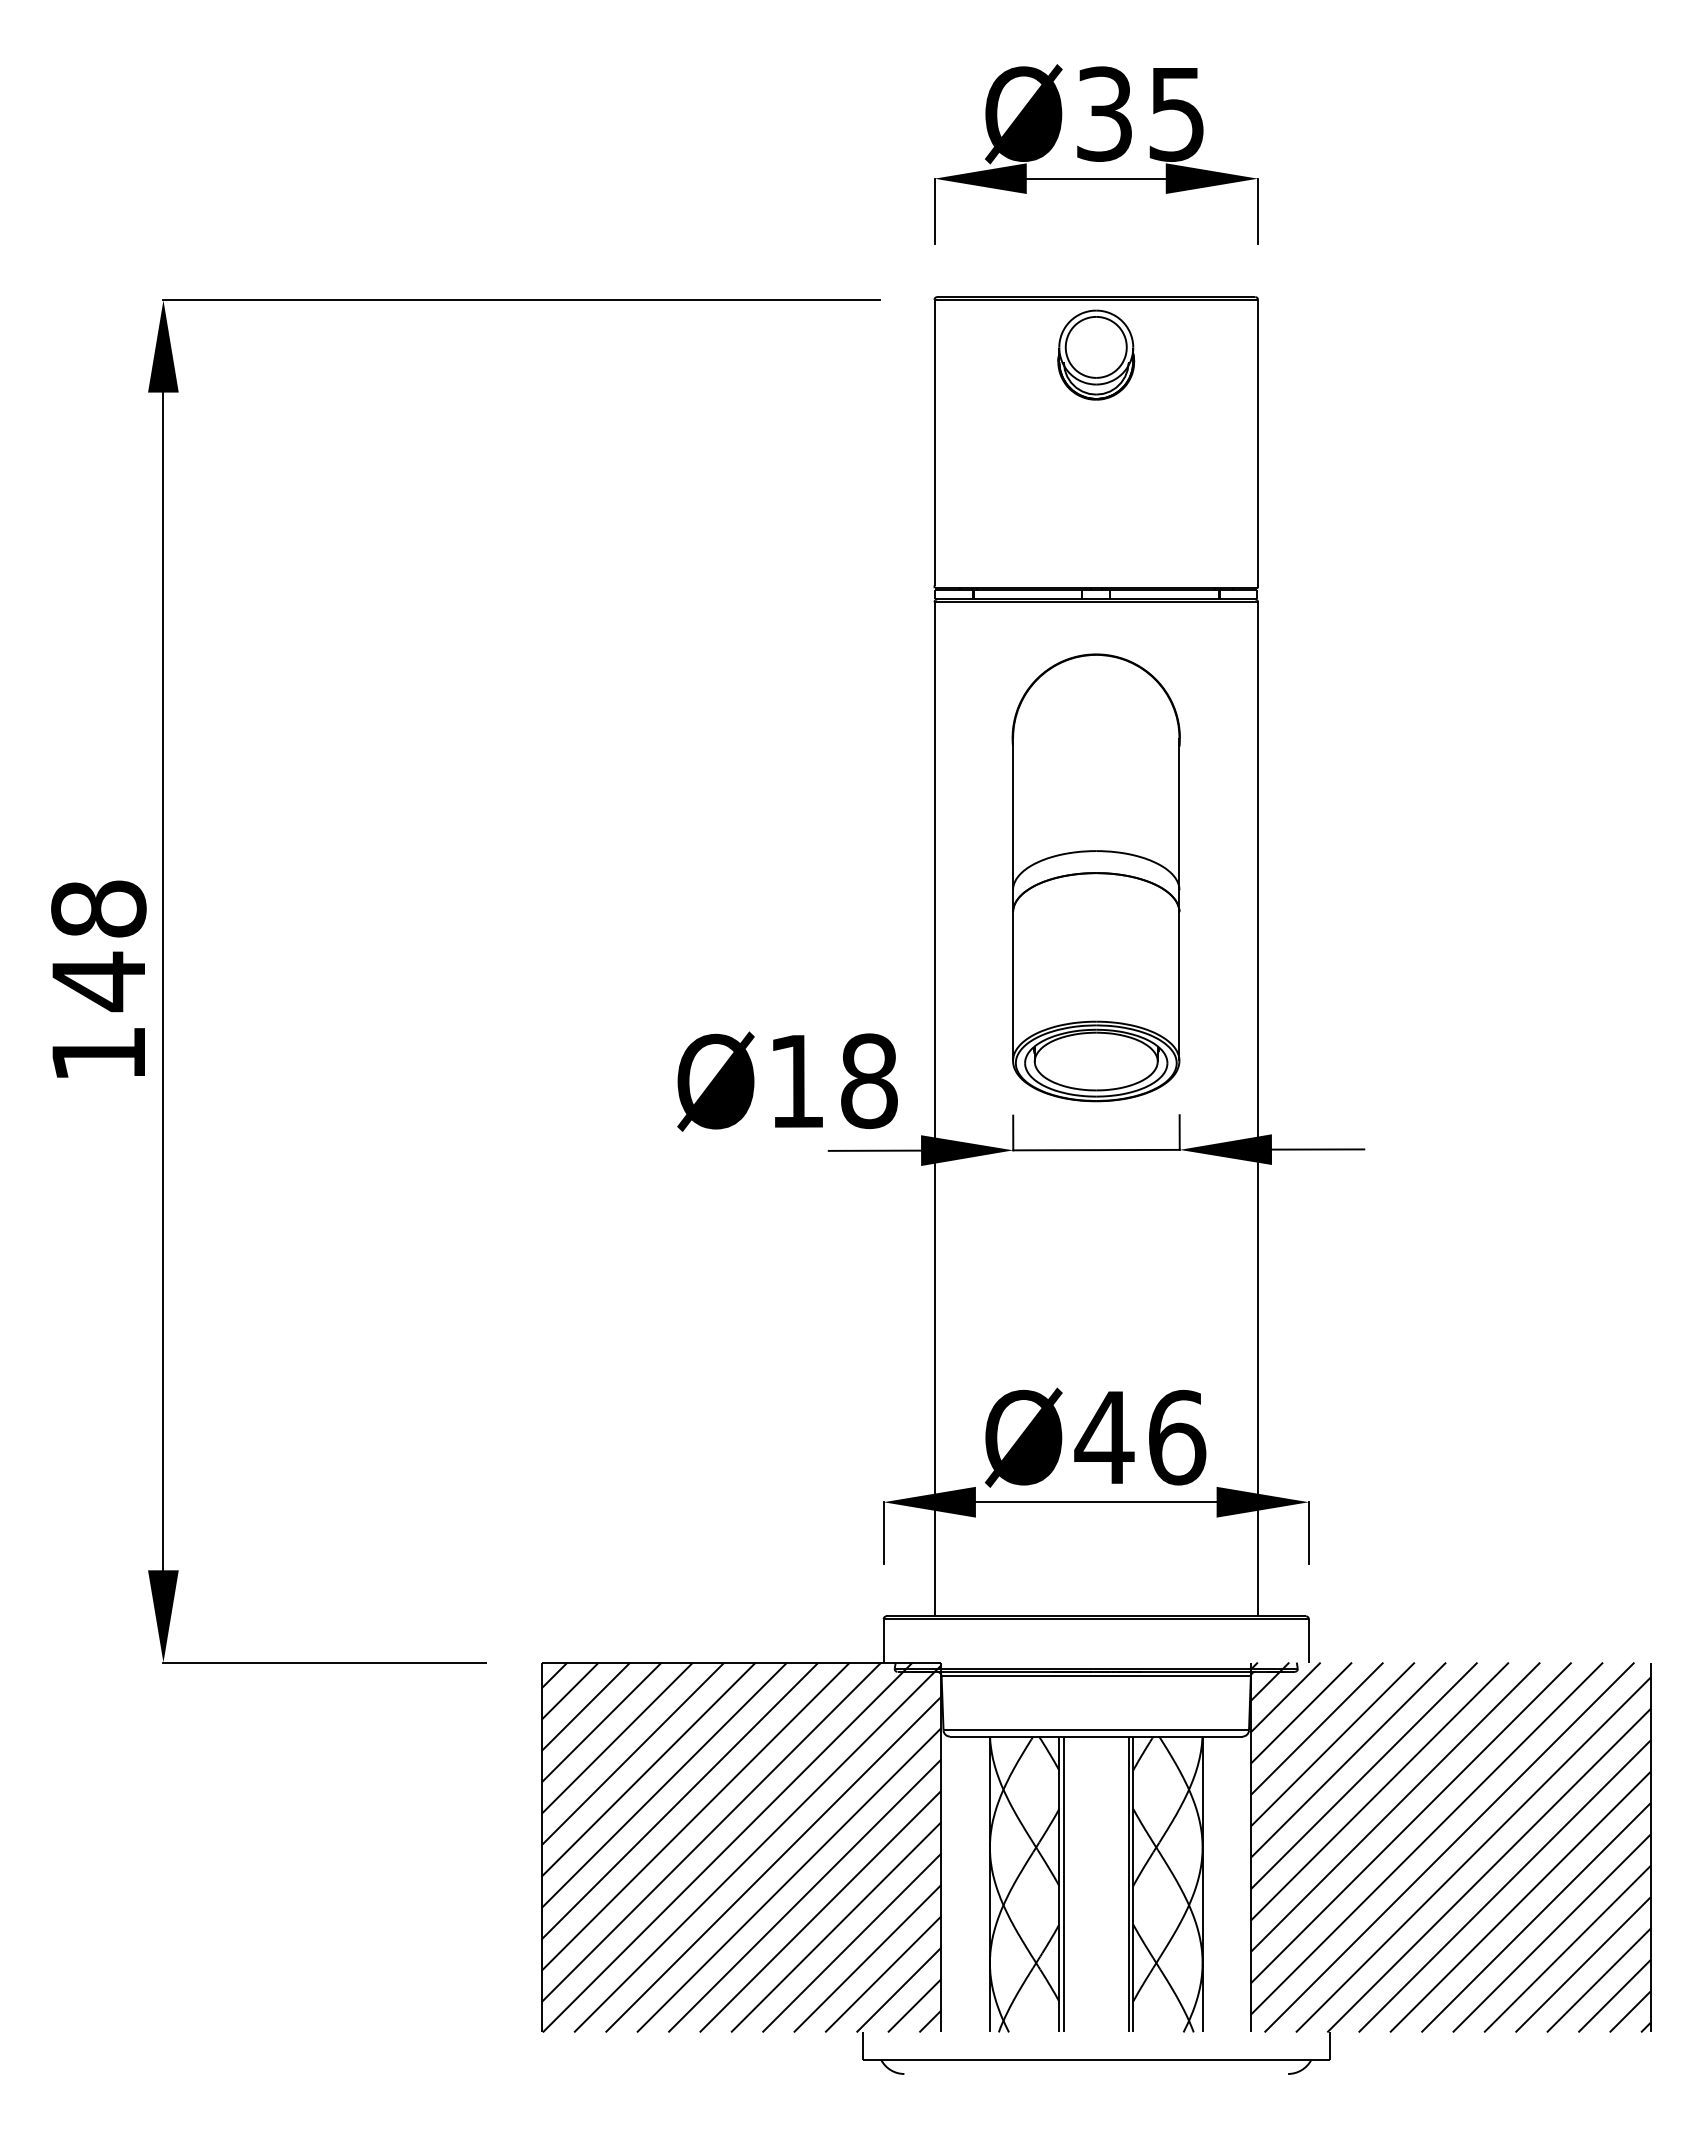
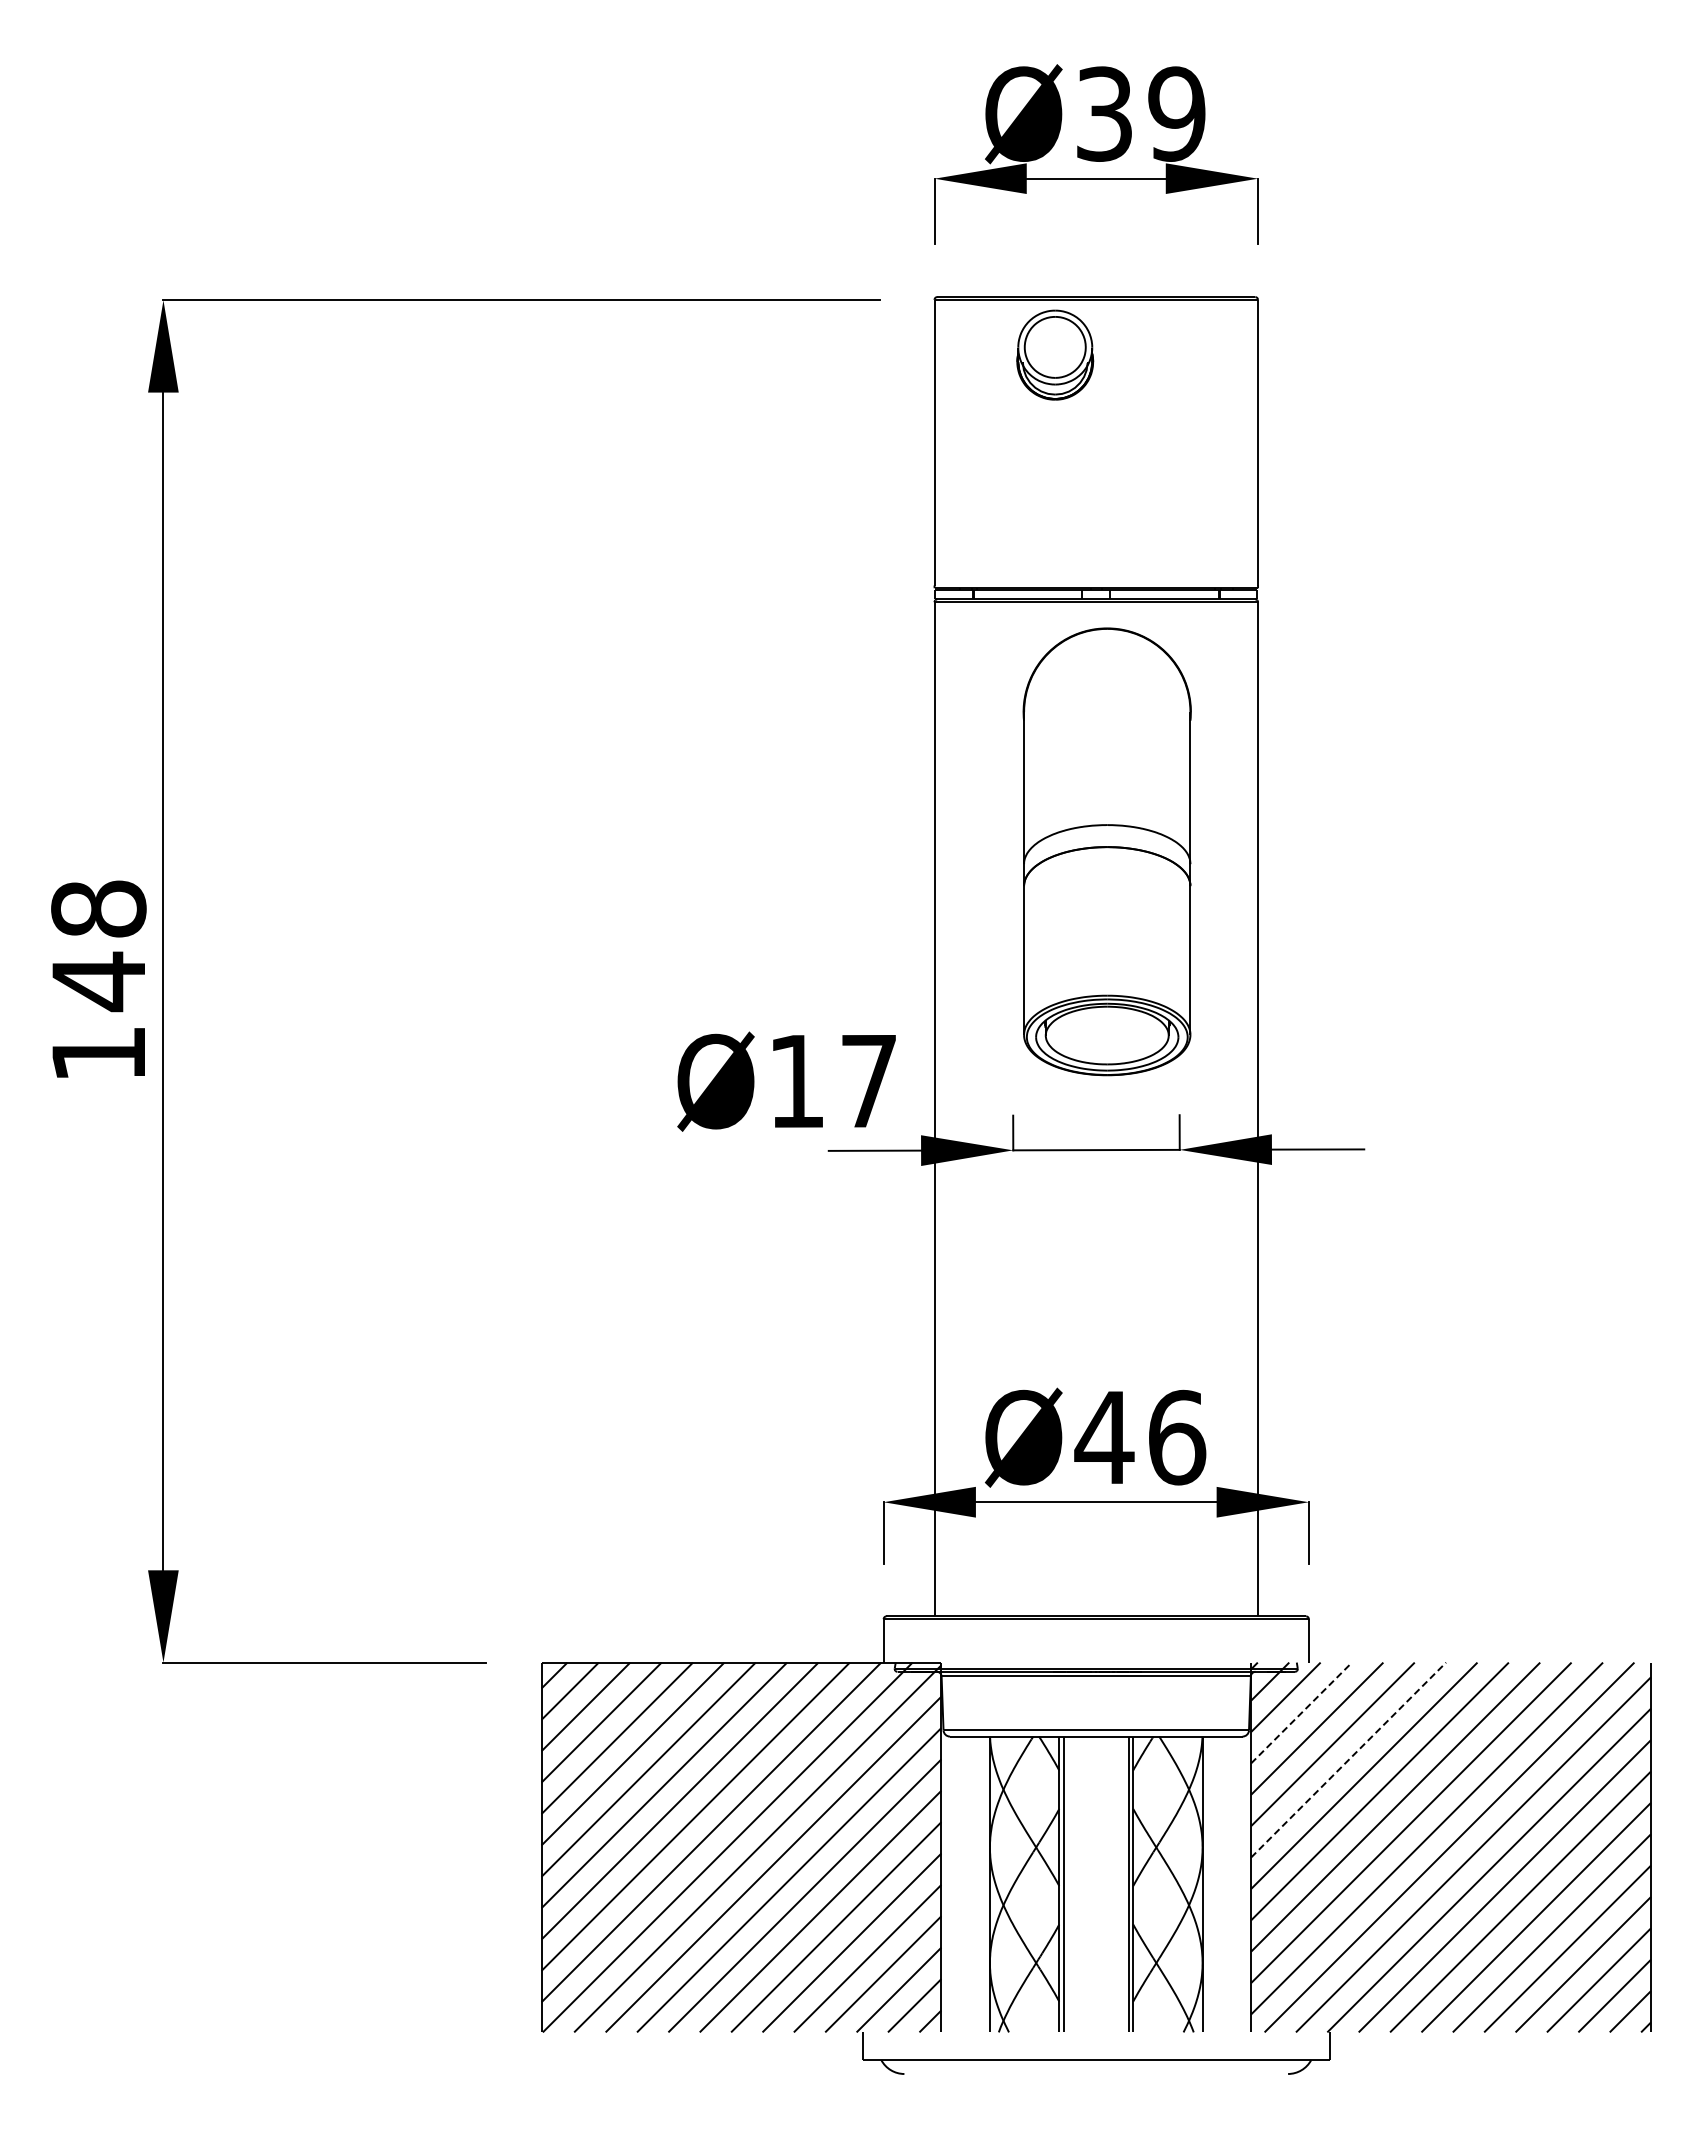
text at (1176, 113): Ø35 -> Ø39
part at (1096, 354) position: (1096, 354) -> (1055, 354)
part at (1095, 877) position: (1095, 877) -> (1106, 851)
text at (869, 1081): Ø18 -> Ø17
line at (1301, 1712): solid -> dashed
line at (1348, 1760): solid -> dashed
